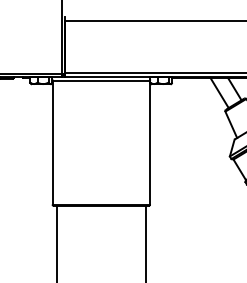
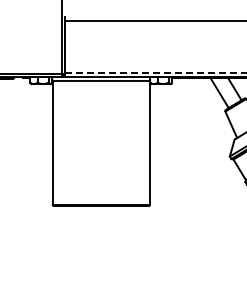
line at (156, 72): solid -> dashed
line at (57, 242): present -> none
line at (145, 242): present -> none
